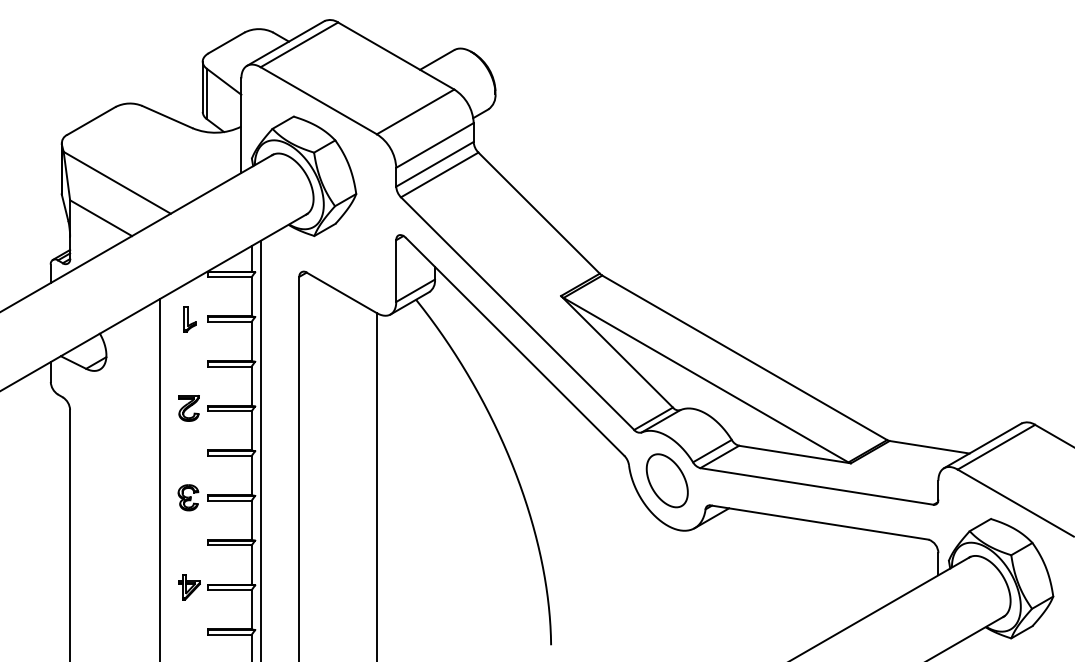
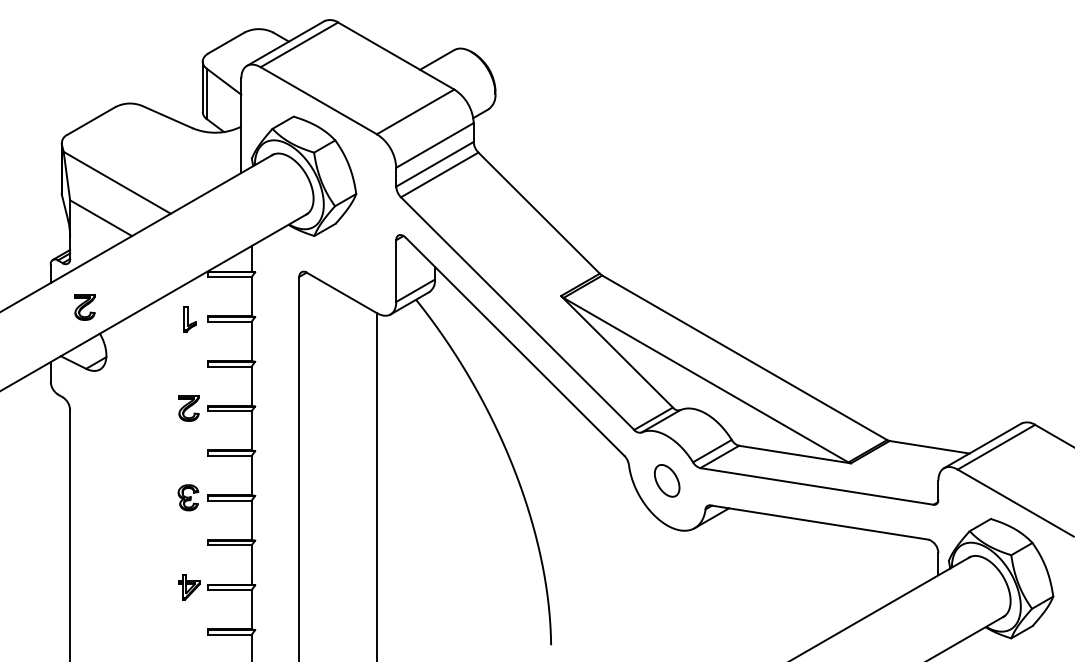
part at (84, 307): none -> present
line at (261, 449): present -> none
line at (159, 478): present -> none
part at (666, 480) size: 44x56 px -> 27x34 px
